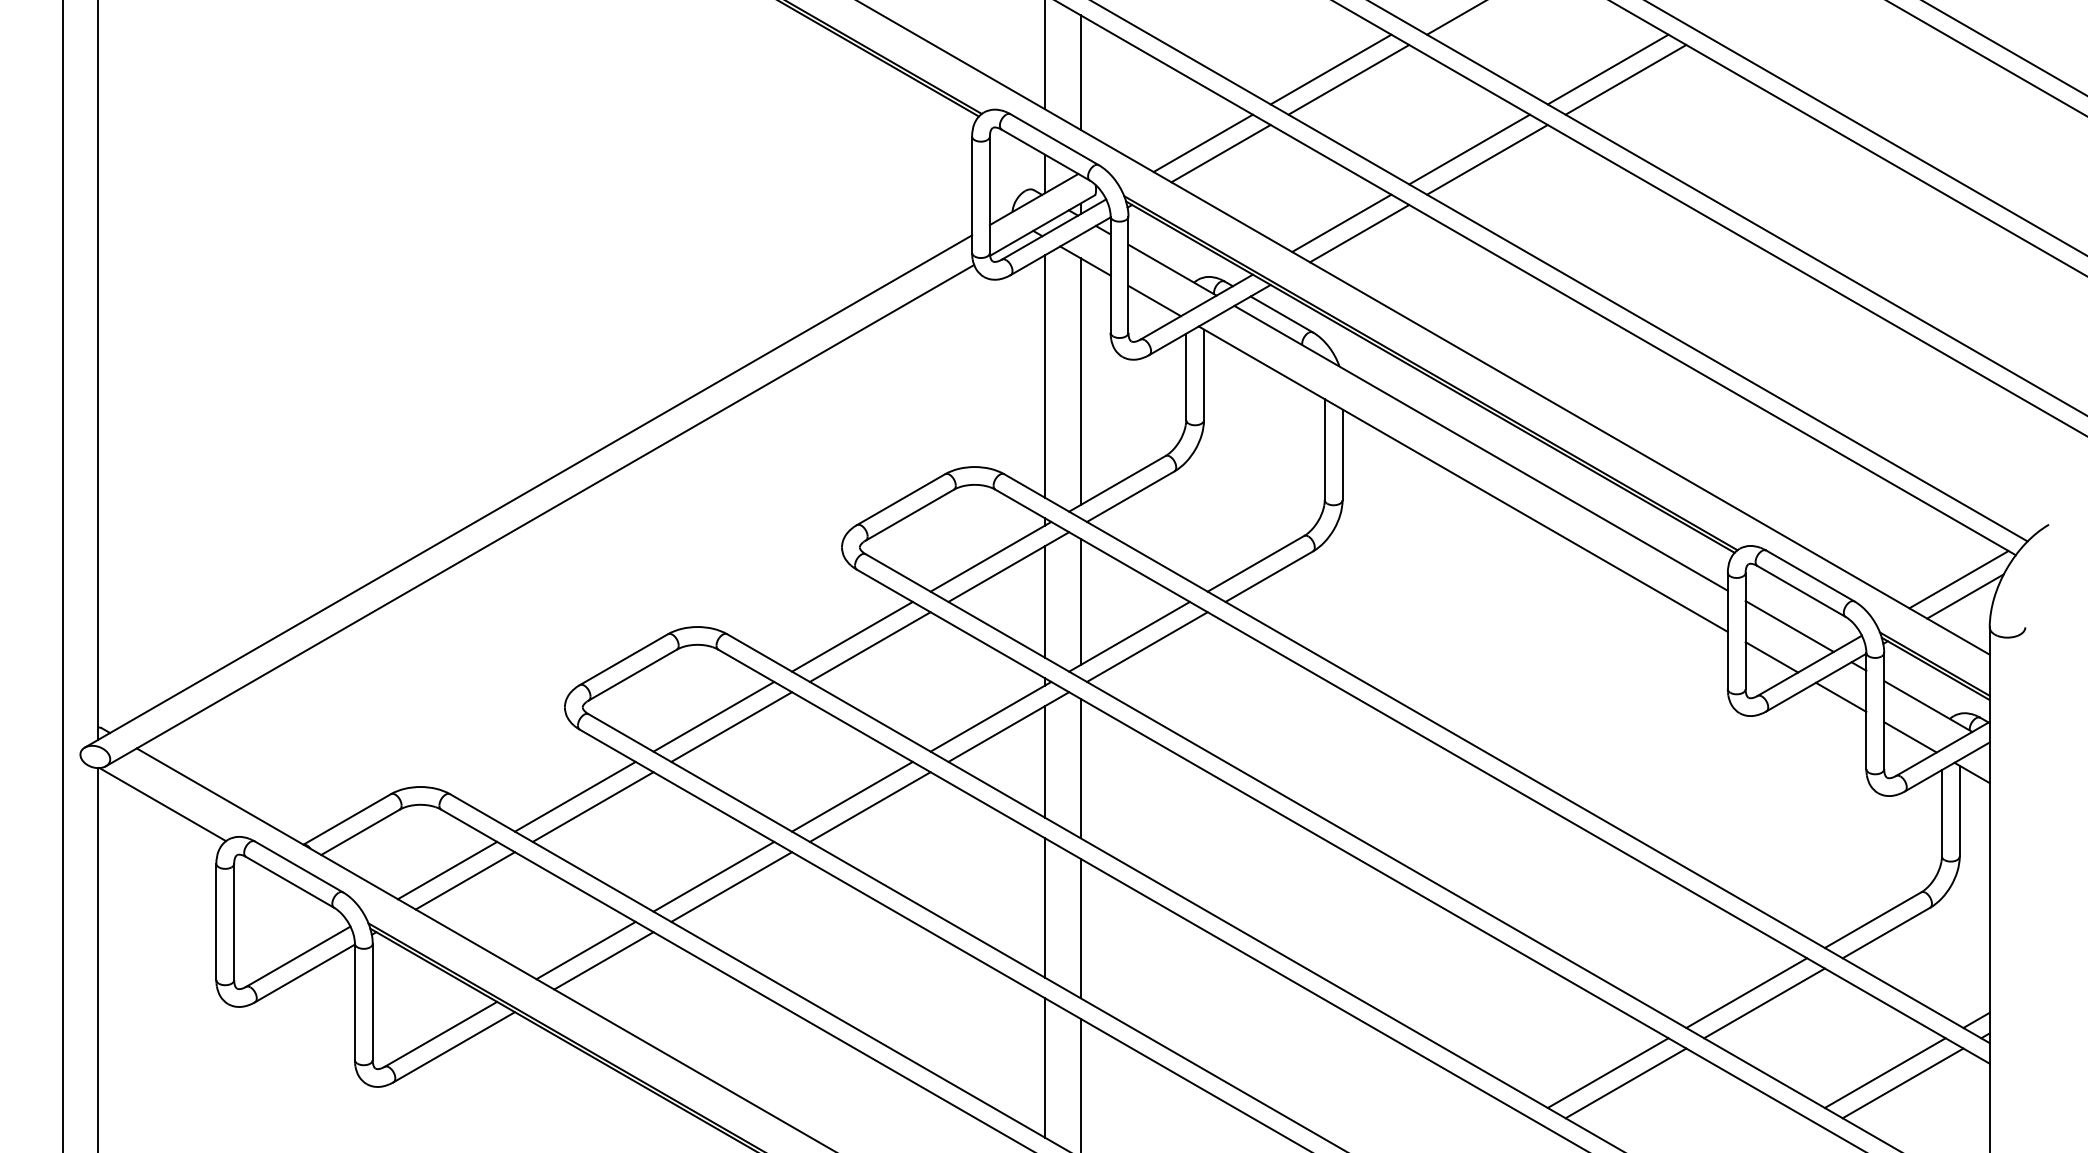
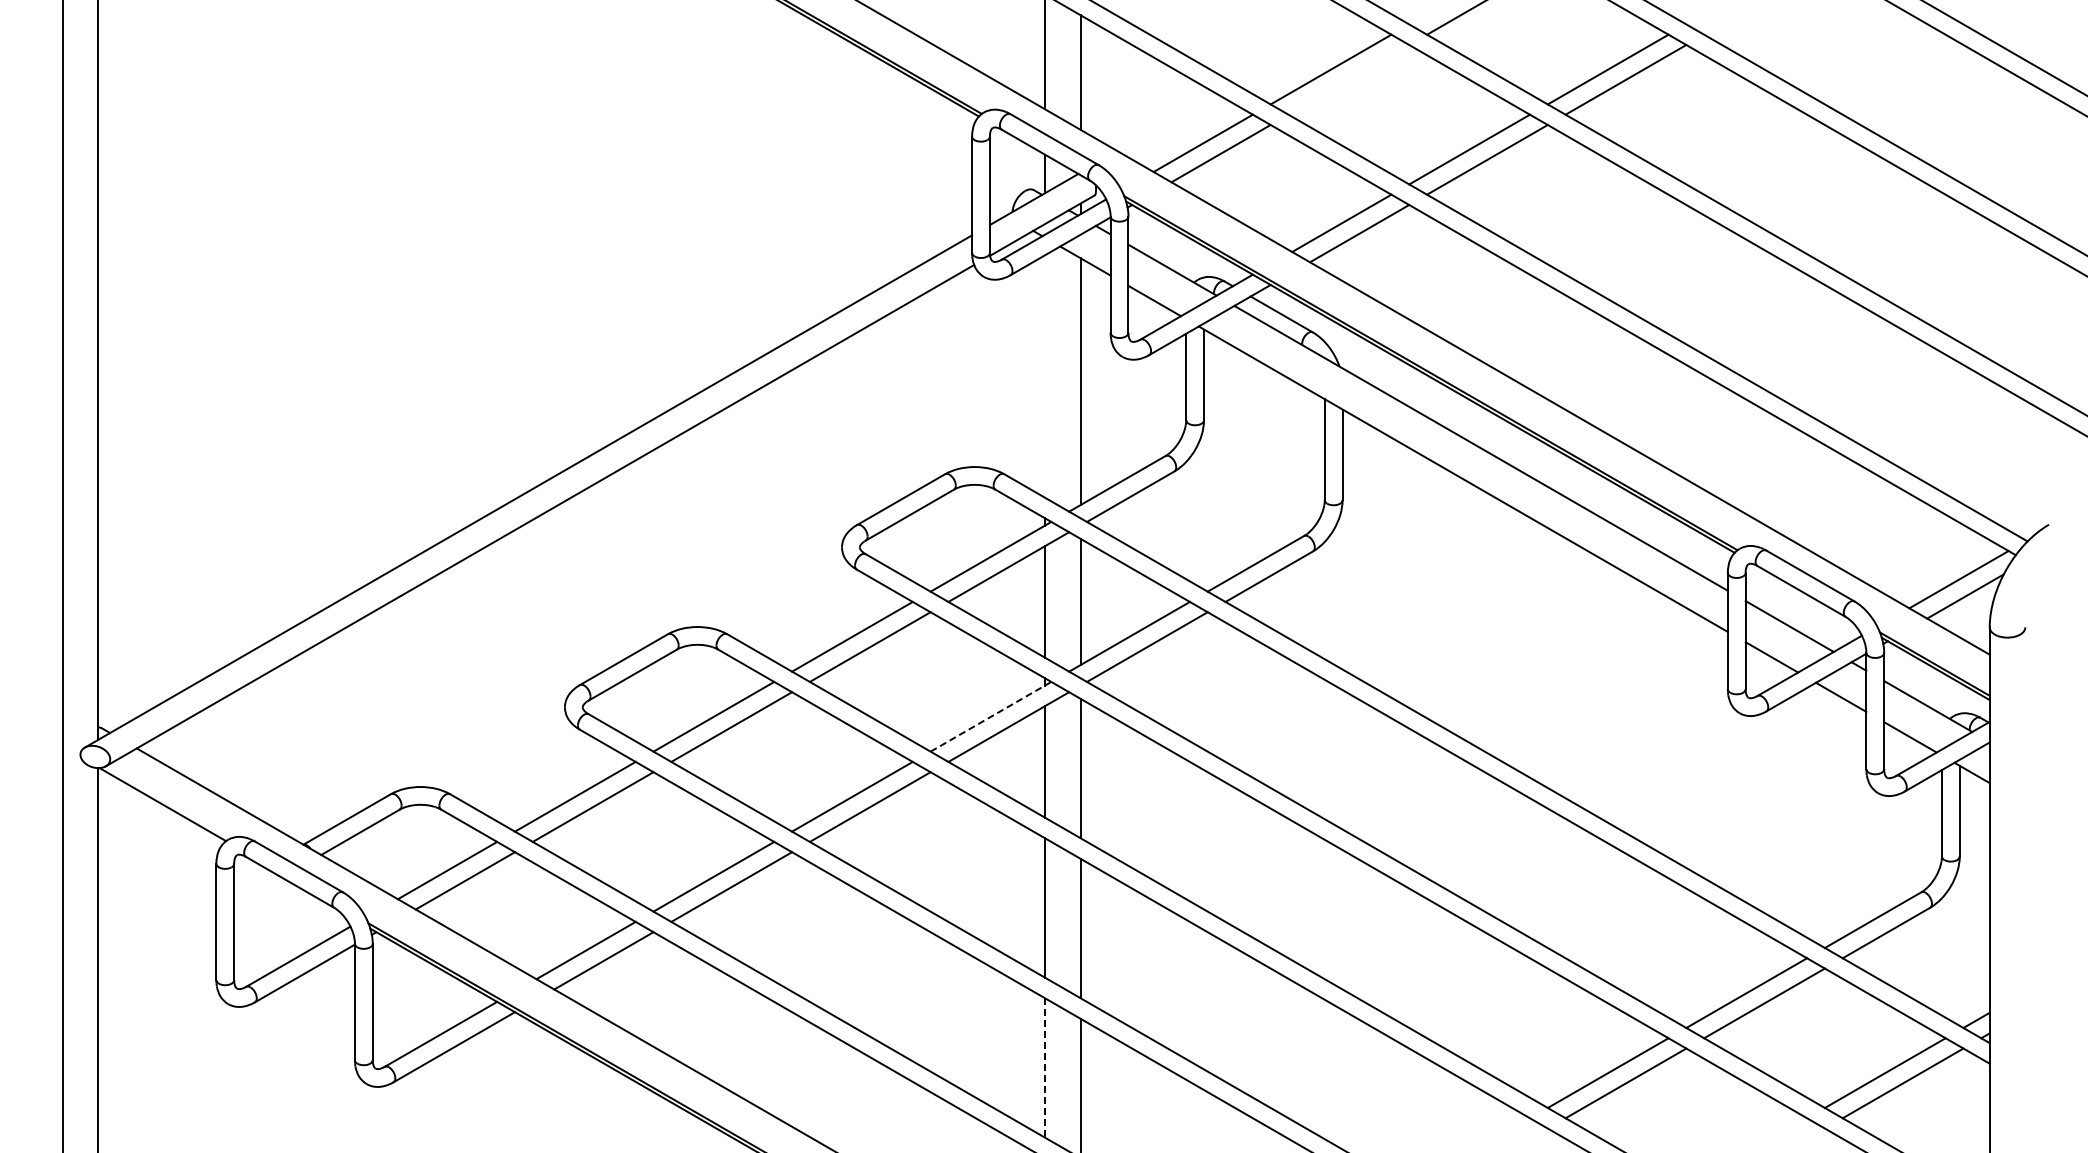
line at (1348, 79): present -> none
line at (1045, 376): present -> none
line at (991, 716): solid -> dashed
line at (1045, 1067): solid -> dashed
